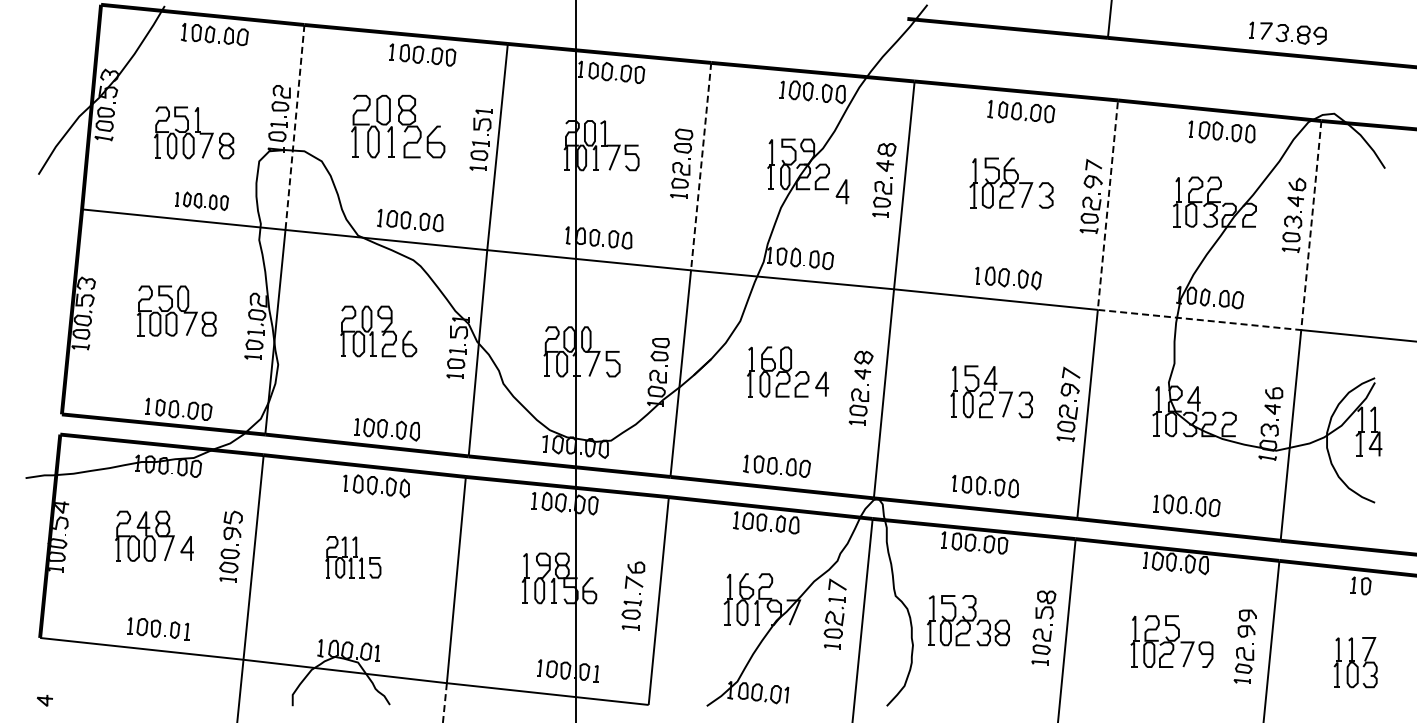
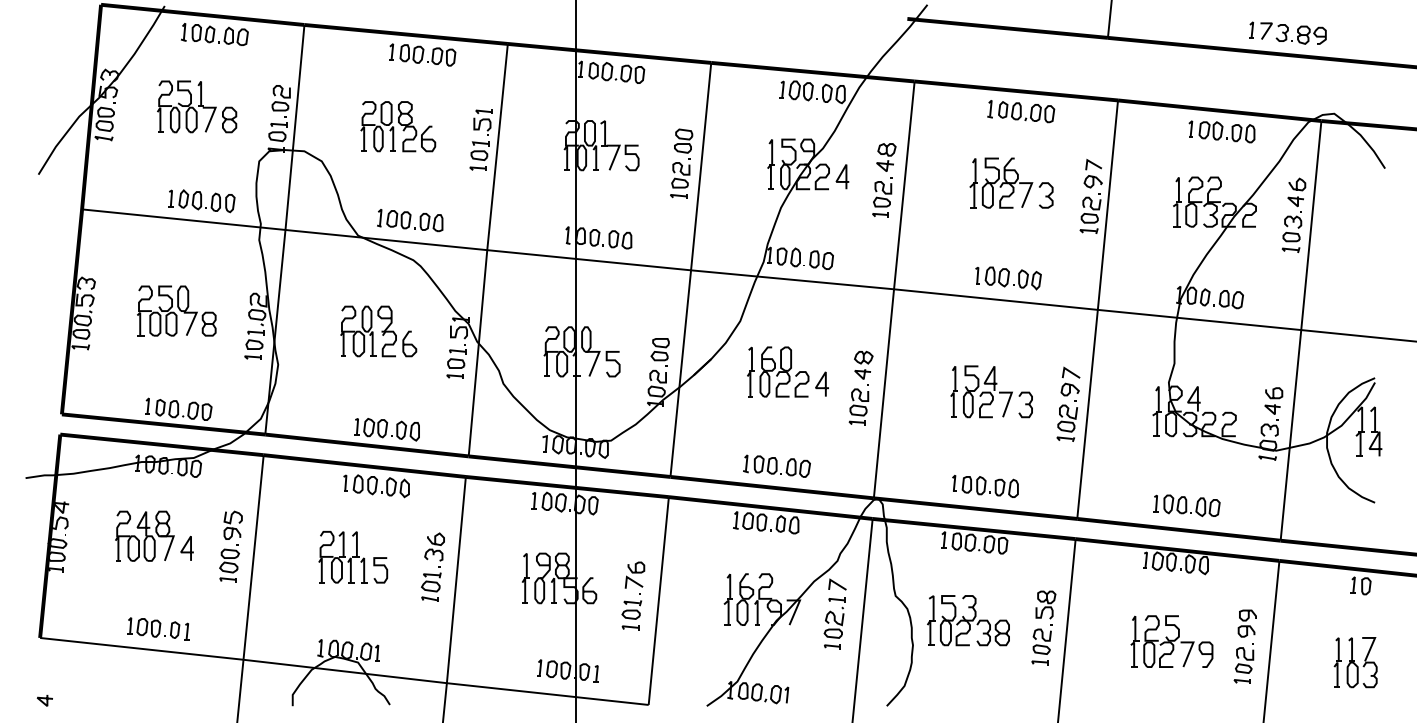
part at (398, 126) size: 95x65 px -> 77x52 px
line at (294, 127): dashed -> solid
part at (194, 132) position: (194, 132) -> (197, 106)
line at (701, 167): dashed -> solid
line at (841, 190) position: (841, 190) -> (841, 175)
part at (201, 200) size: 54x20 px -> 68x25 px
line at (1199, 319): dashed -> solid
part at (353, 557) size: 57x43 px -> 71x53 px
part at (432, 566): none -> present
line at (444, 703): dashed -> solid
